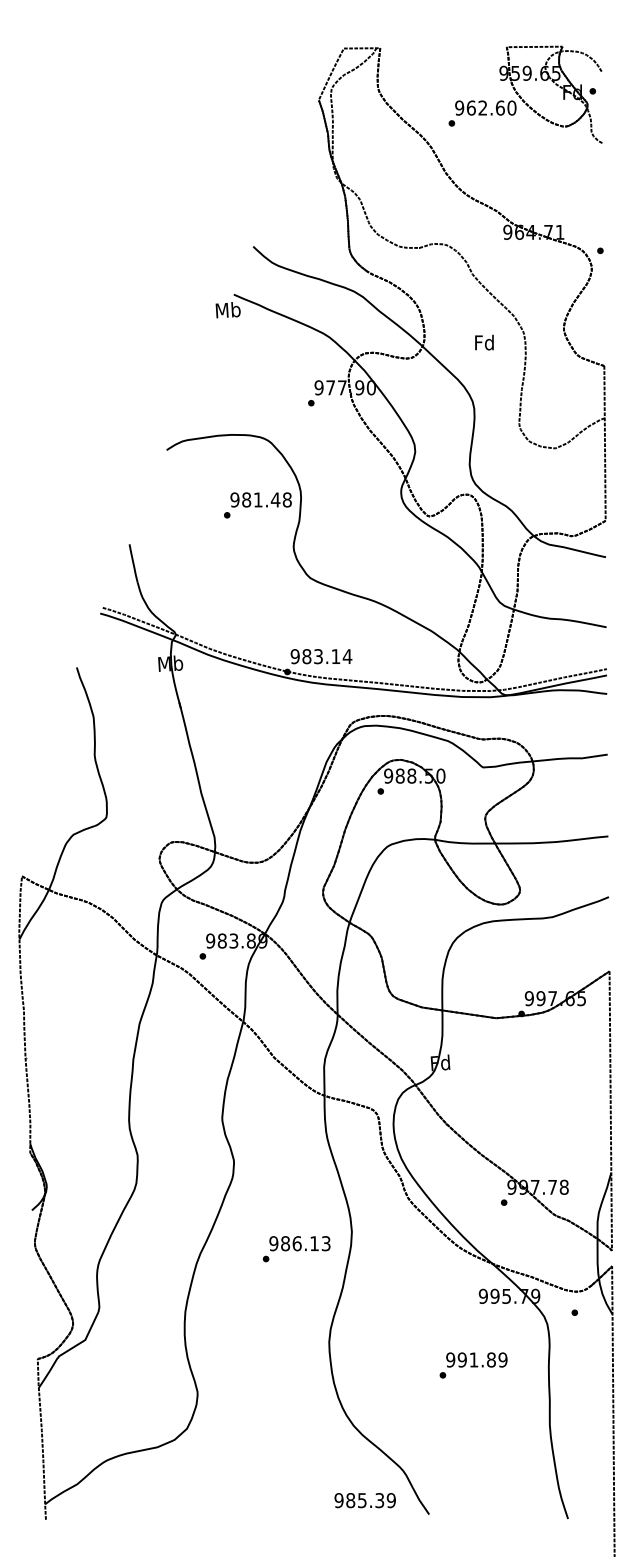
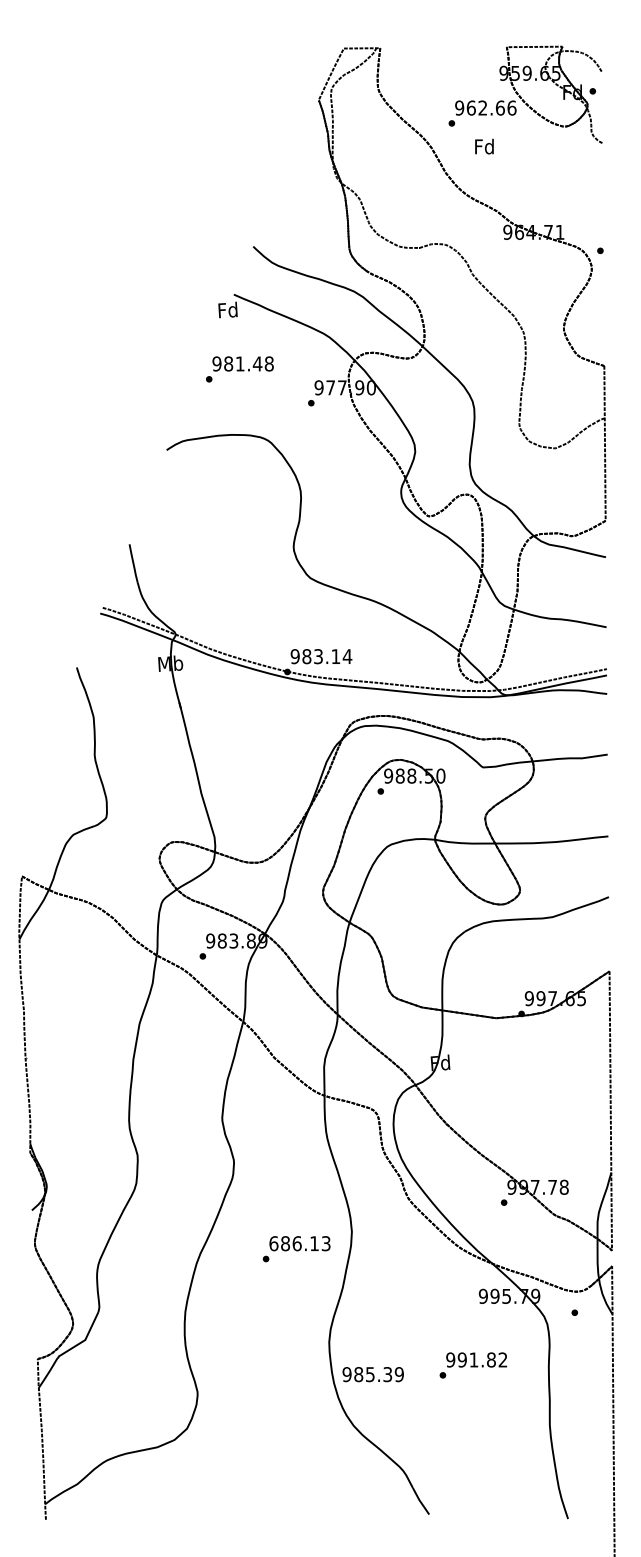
text at (511, 107): 962.60 -> 962.66
text at (227, 309): Mb -> Fd
text at (484, 342) position: (484, 342) -> (484, 146)
text at (257, 505) position: (257, 505) -> (239, 369)
text at (273, 1243): 986.13 -> 686.13
text at (502, 1359): 991.89 -> 991.82
text at (364, 1500) position: (364, 1500) -> (372, 1374)
